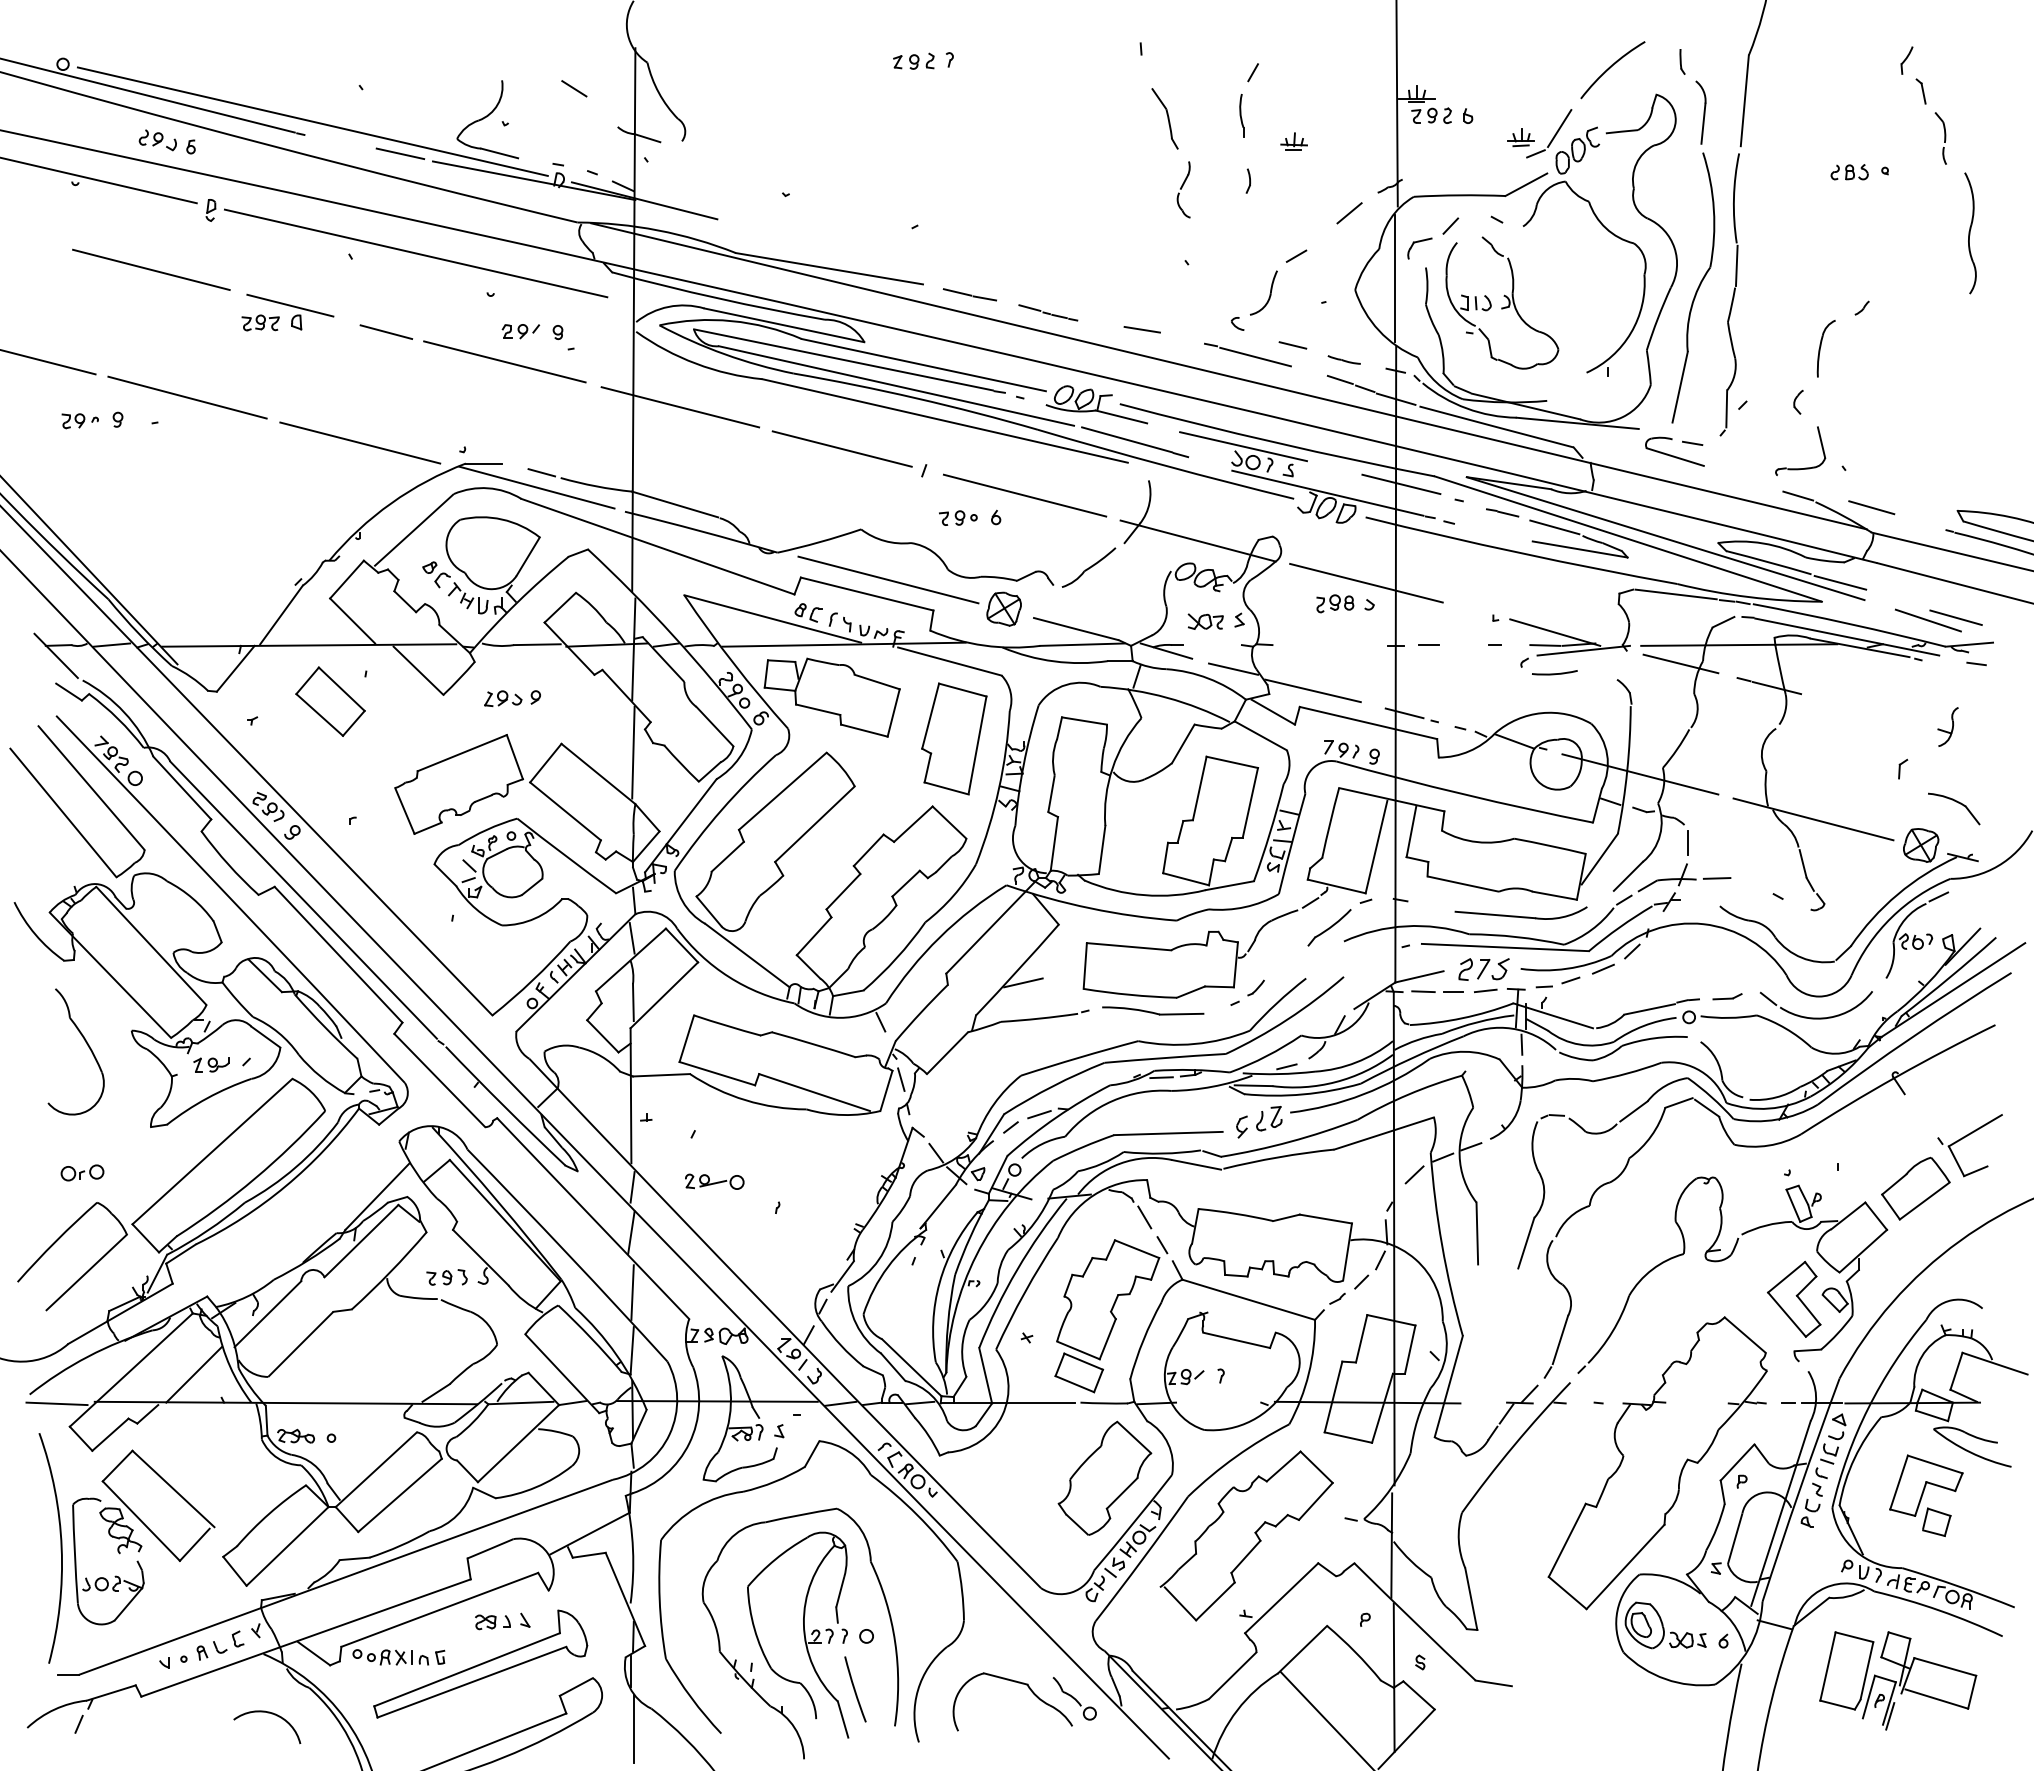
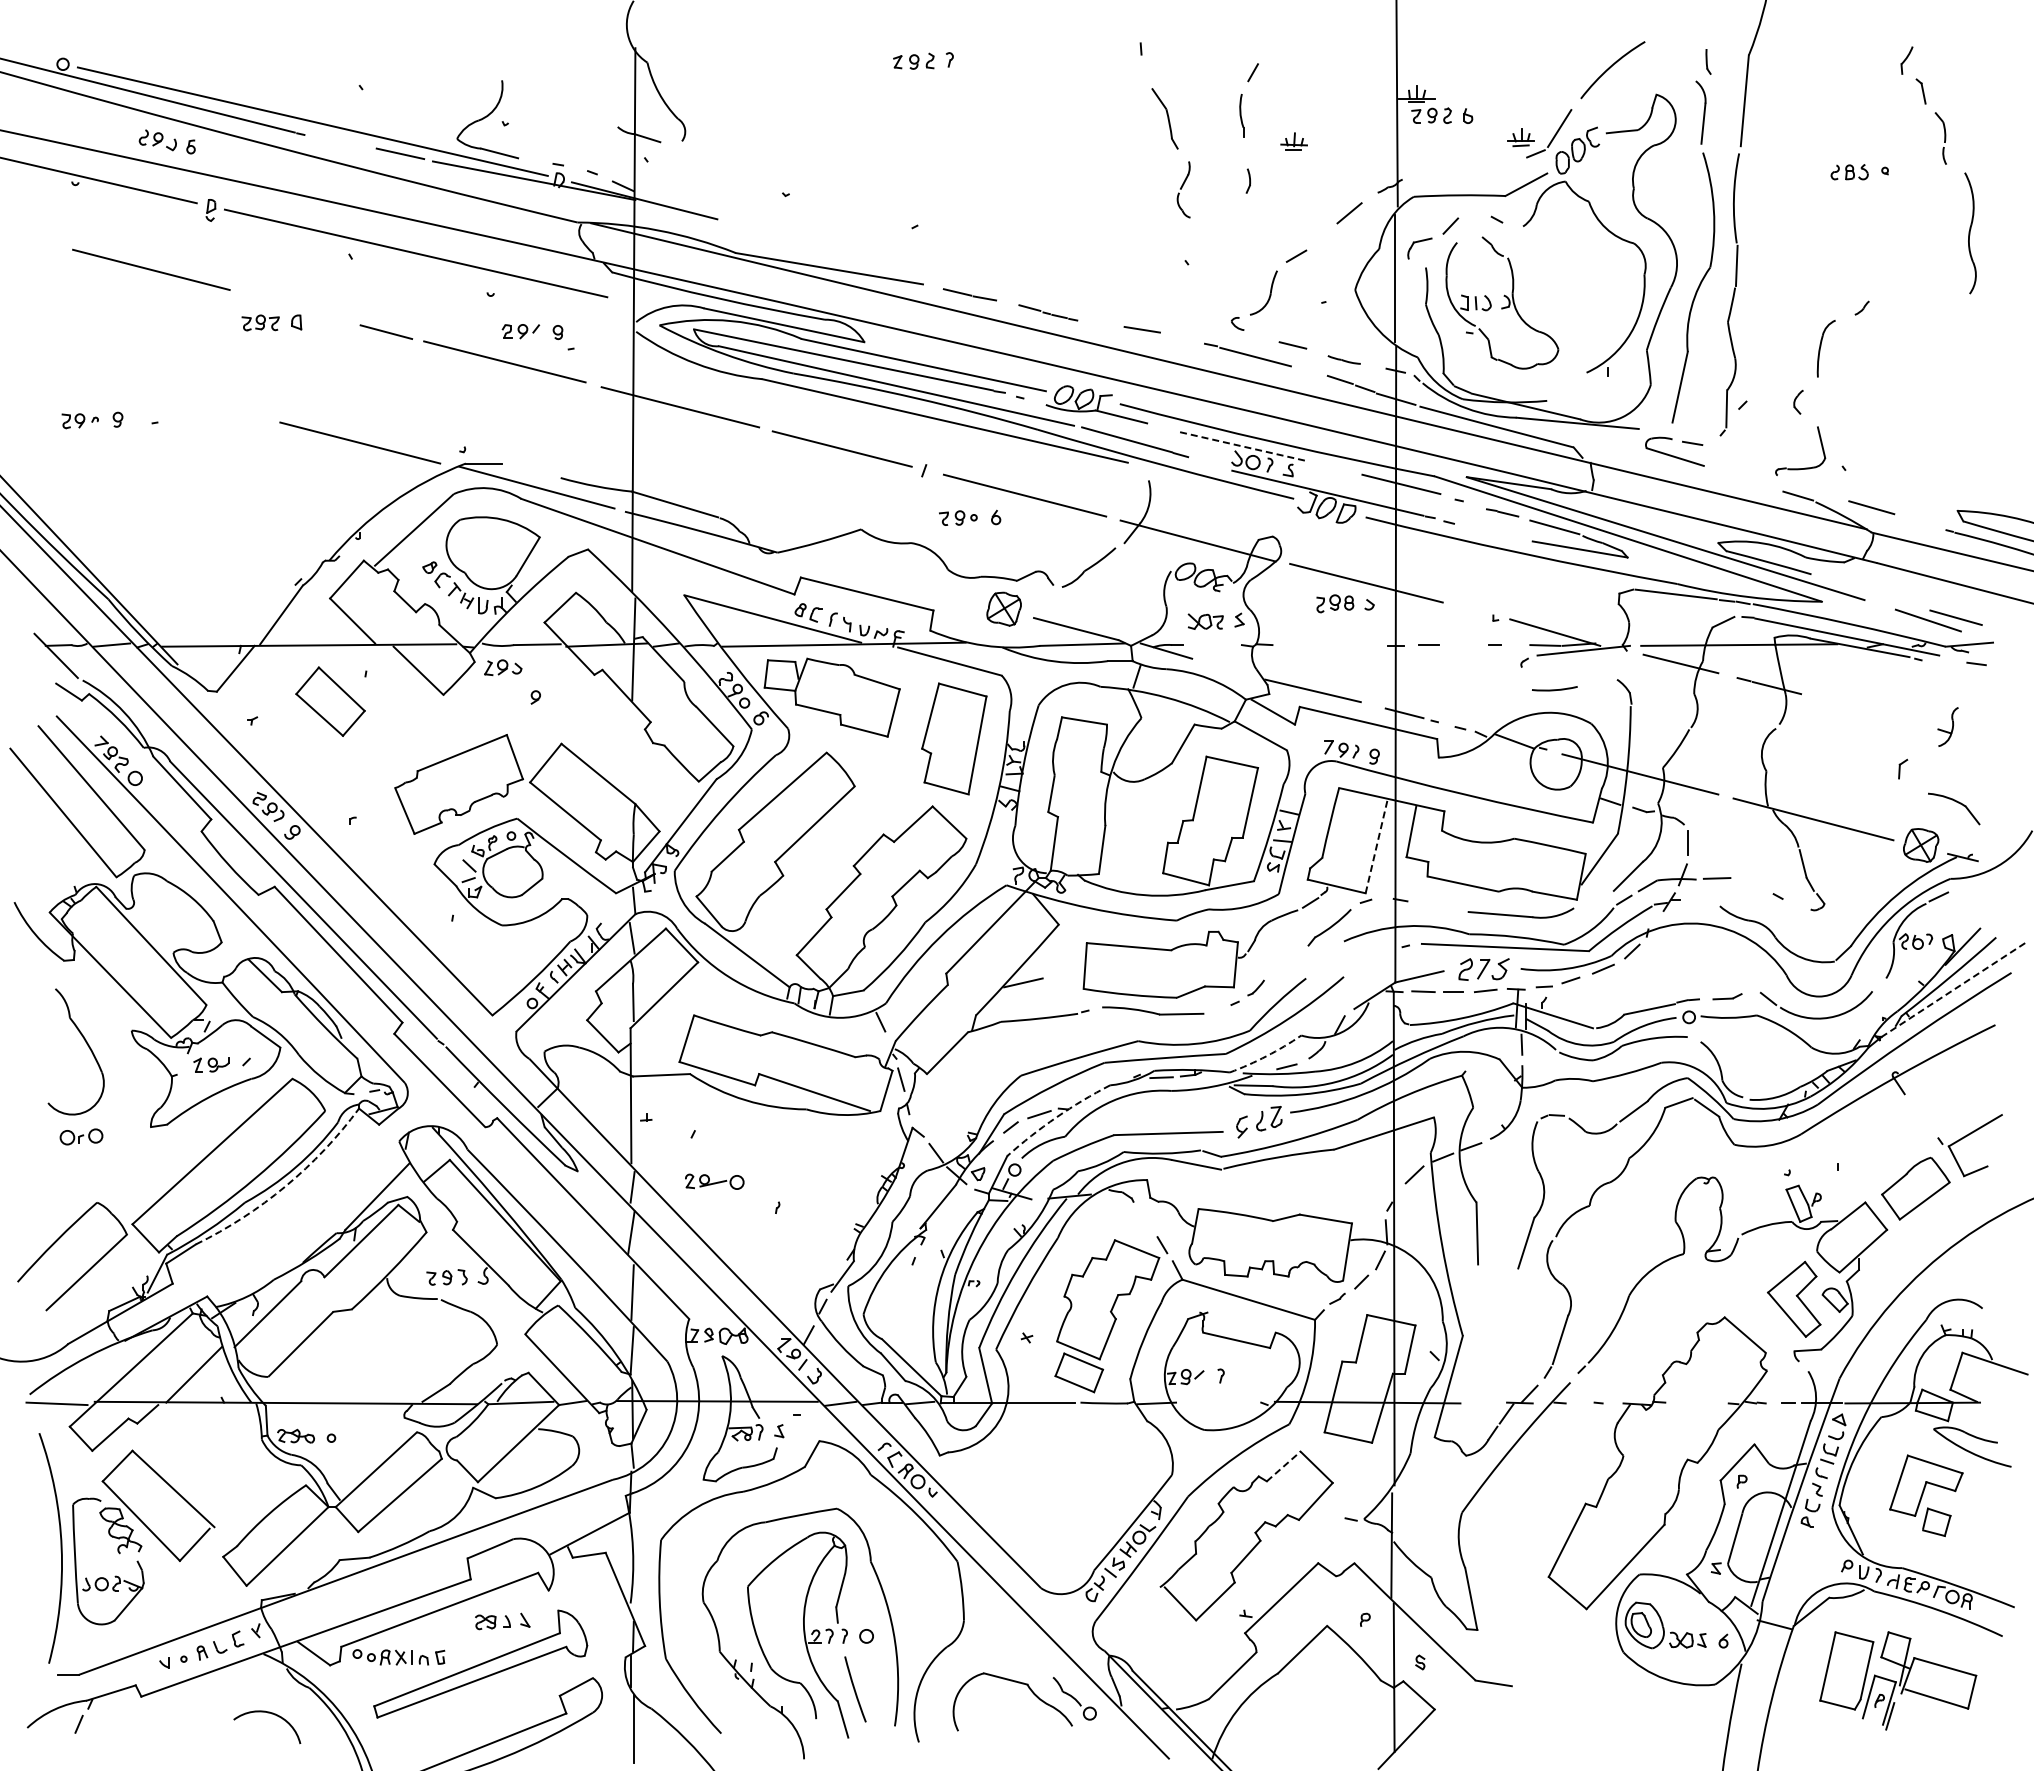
part at (1682, 61) position: (1682, 61) -> (1708, 61)
line at (574, 88): present -> none
line at (290, 305): present -> none
line at (48, 362): present -> none
line at (187, 397): present -> none
line at (1244, 446): solid -> dashed
line at (541, 472): present -> none
line at (888, 579): present -> none
line at (1840, 582): present -> none
line at (1233, 668): present -> none
arc at (1554, 673) position: (1554, 673) -> (1554, 689)
part at (503, 698) position: (503, 698) -> (503, 667)
line at (633, 752): present -> none
line at (1376, 846): solid -> dashed
part at (1520, 912) size: 134x14 px -> 108x12 px
line at (1953, 990): solid -> dashed
arc at (1266, 1056): solid -> dashed
arc at (1056, 1117): solid -> dashed
part at (82, 1172) position: (82, 1172) -> (81, 1136)
arc at (285, 1186): solid -> dashed
line at (1144, 1217): present -> none
line at (1284, 1466): solid -> dashed
part at (1104, 1477): present -> none
line at (1325, 1719): present -> none
